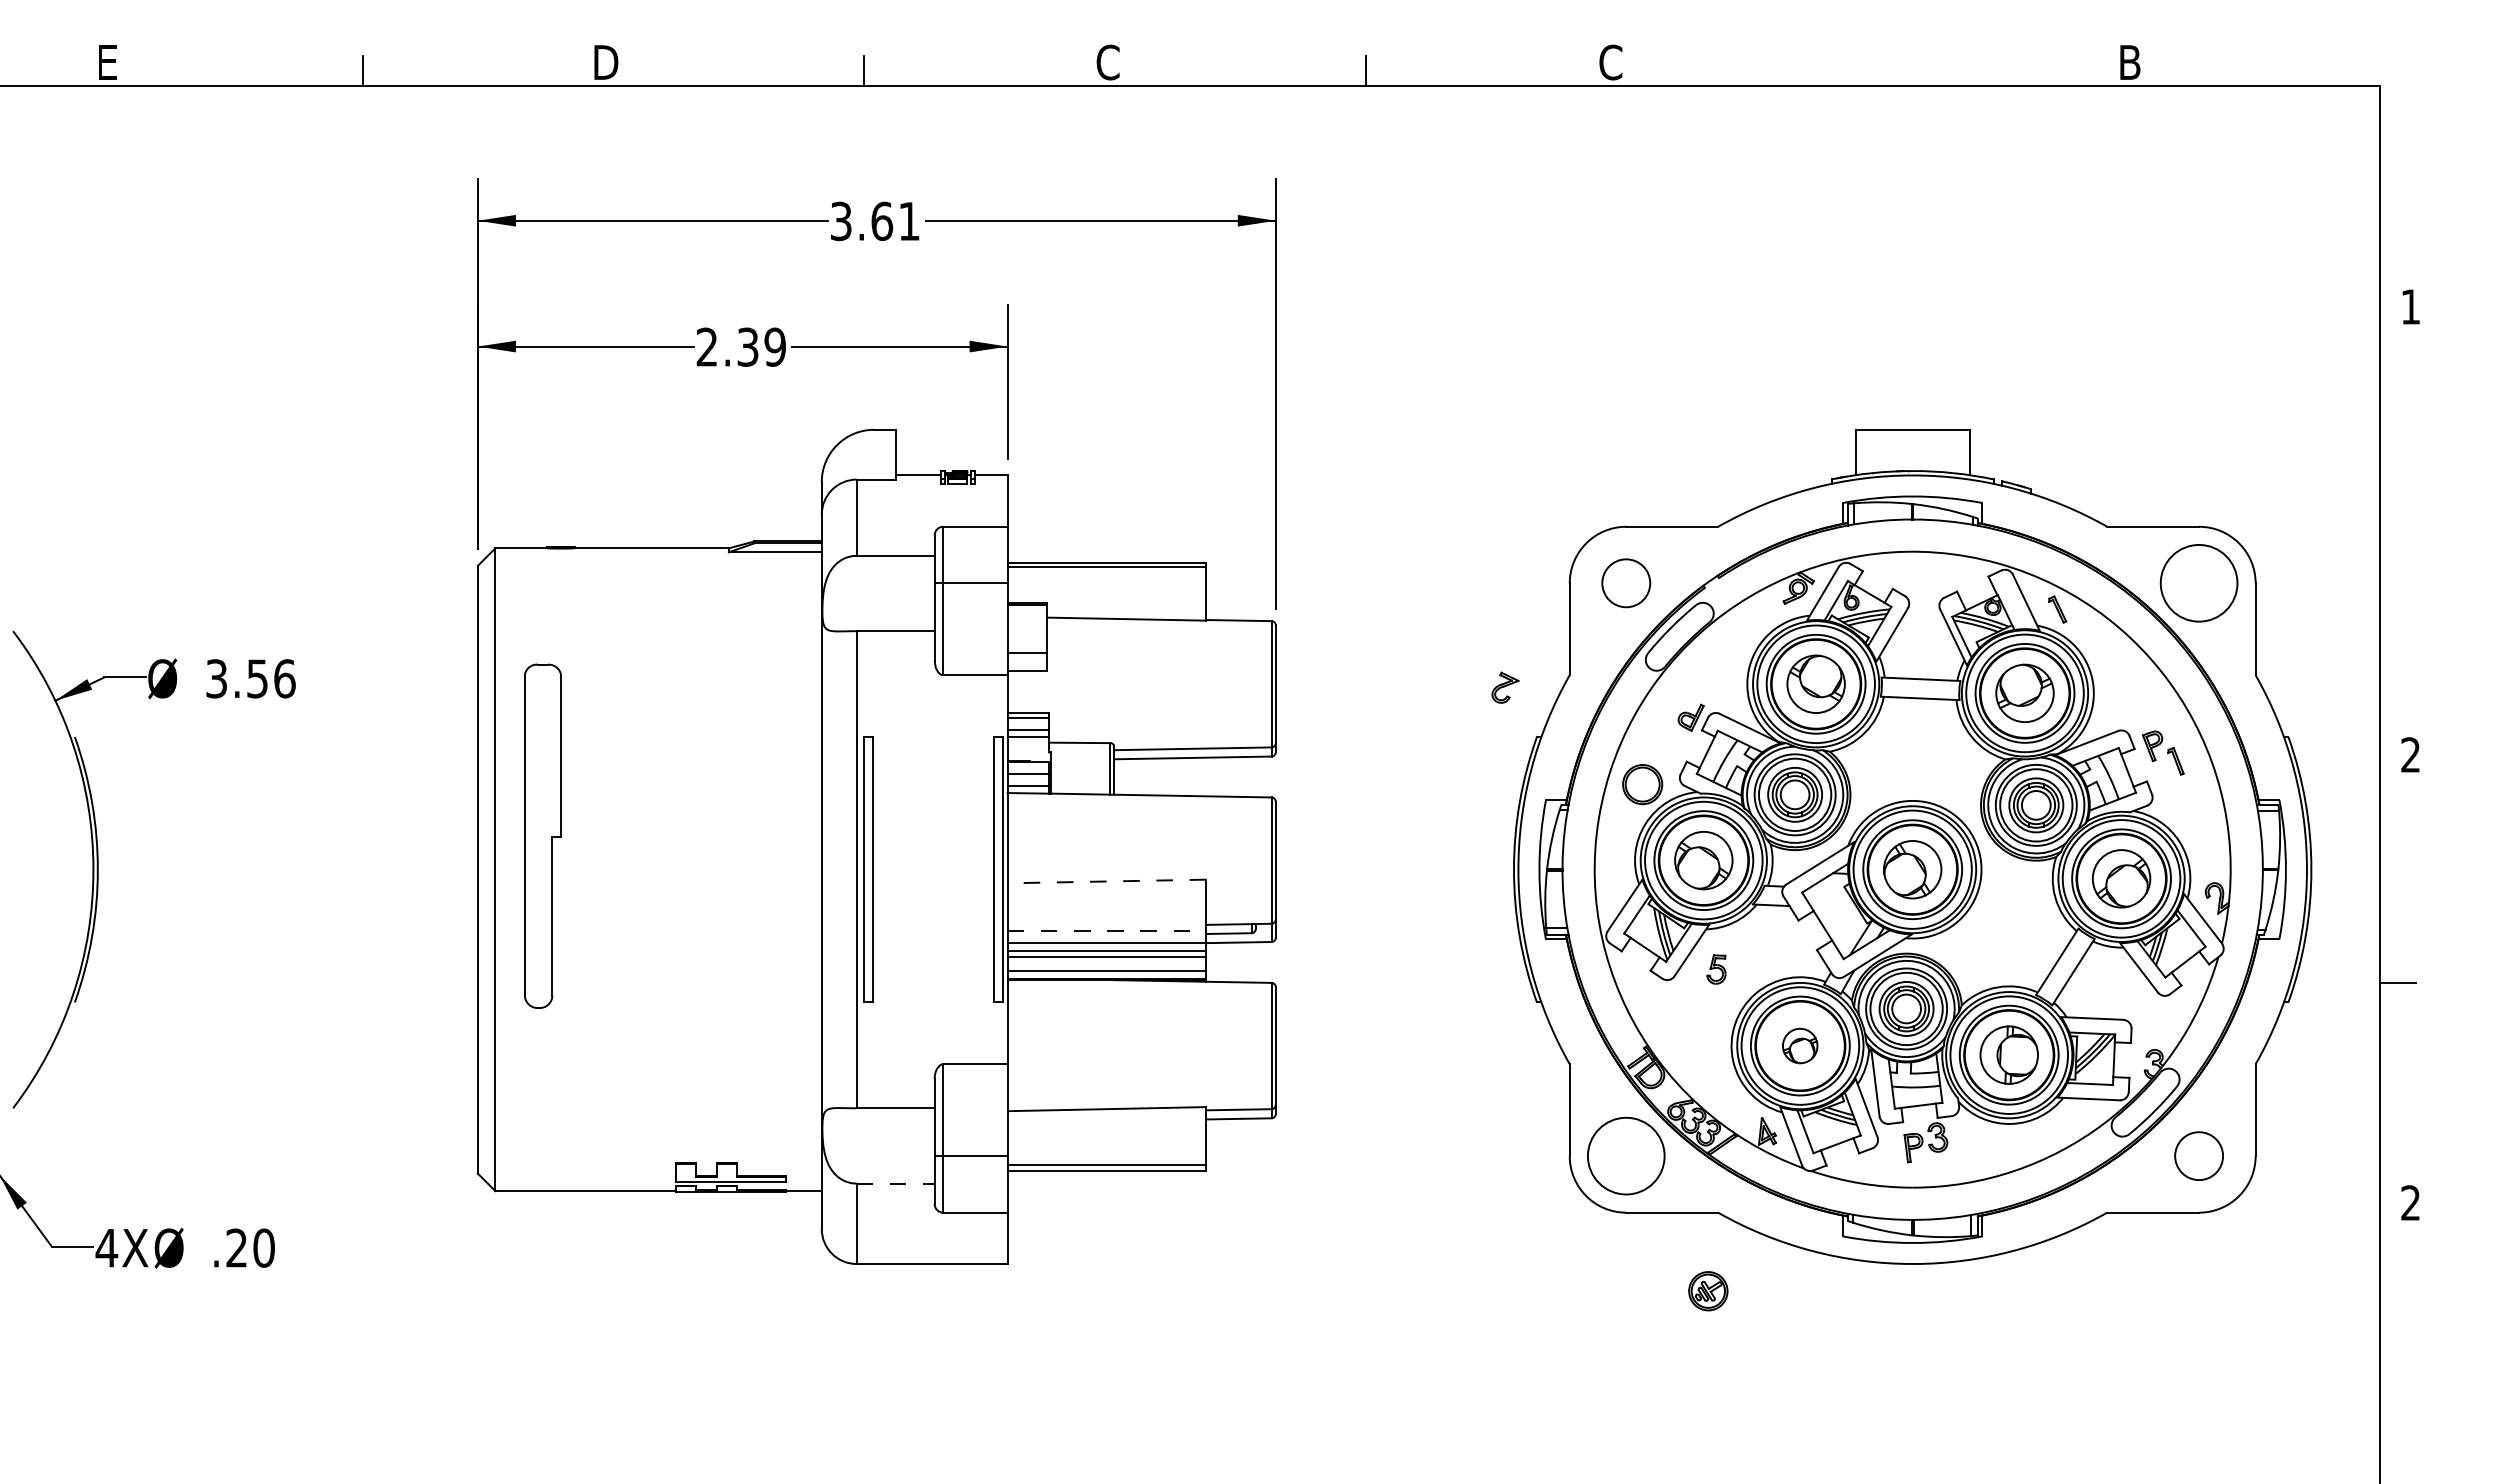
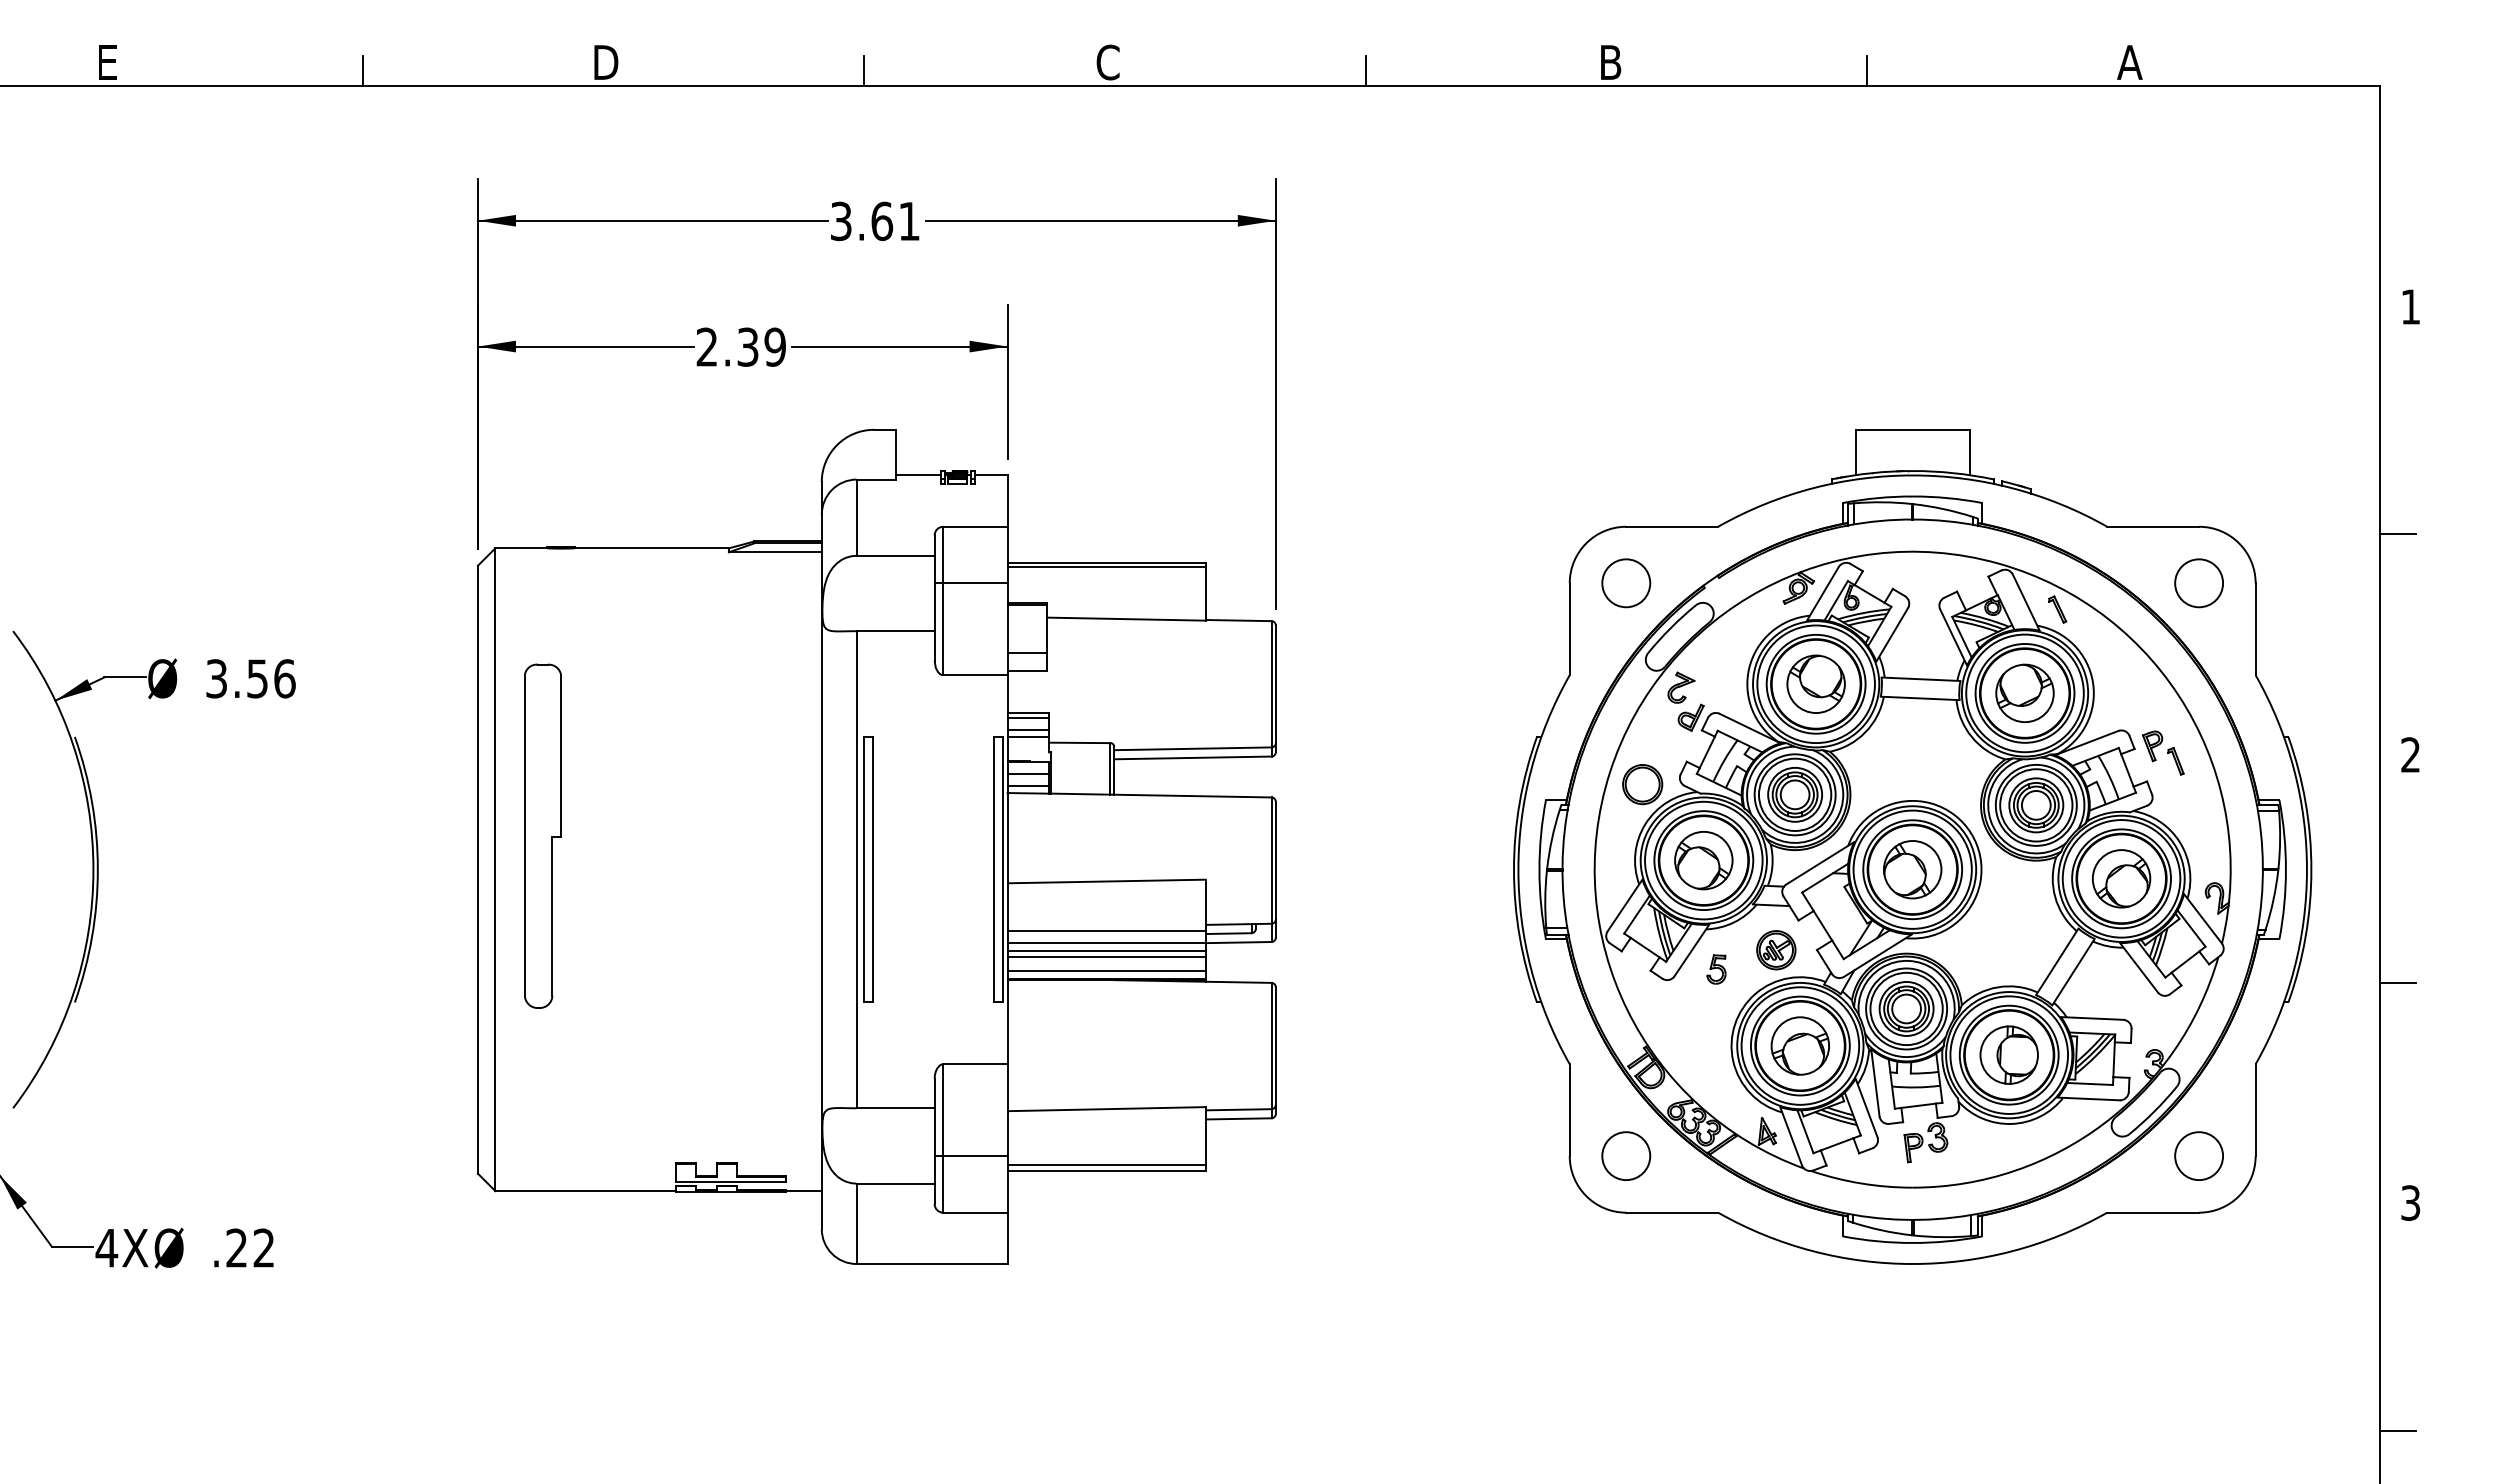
text at (1610, 62): C -> B
text at (2129, 62): B -> A
line at (1866, 71): none -> present
line at (2397, 534): none -> present
circle at (2198, 582) diameter: 77 px -> 48 px
part at (1505, 687) position: (1505, 687) -> (1681, 687)
line at (1105, 881): dashed -> solid
line at (1107, 931): dashed -> solid
part at (1800, 1045) size: 37x38 px -> 60x60 px
circle at (1625, 1155) diameter: 77 px -> 48 px
line at (895, 1183): dashed -> solid
text at (2410, 1202): 2 -> 3
text at (263, 1247): .20 -> .22
part at (1708, 1291) position: (1708, 1291) -> (1776, 950)
line at (2397, 1430): none -> present
